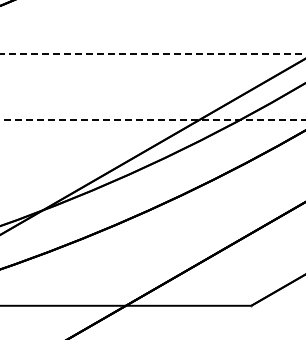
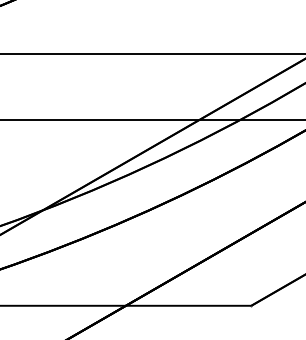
line at (152, 54): dashed -> solid
line at (153, 119): dashed -> solid
